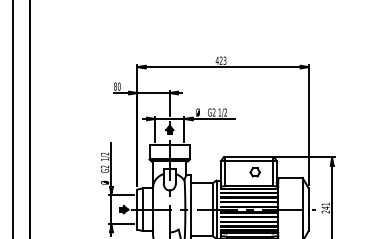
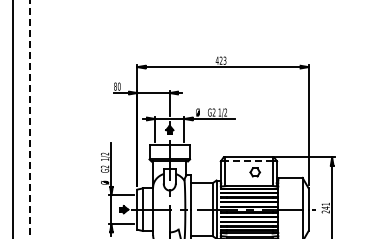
line at (29, 119): solid -> dashed
line at (248, 161): solid -> dashed
